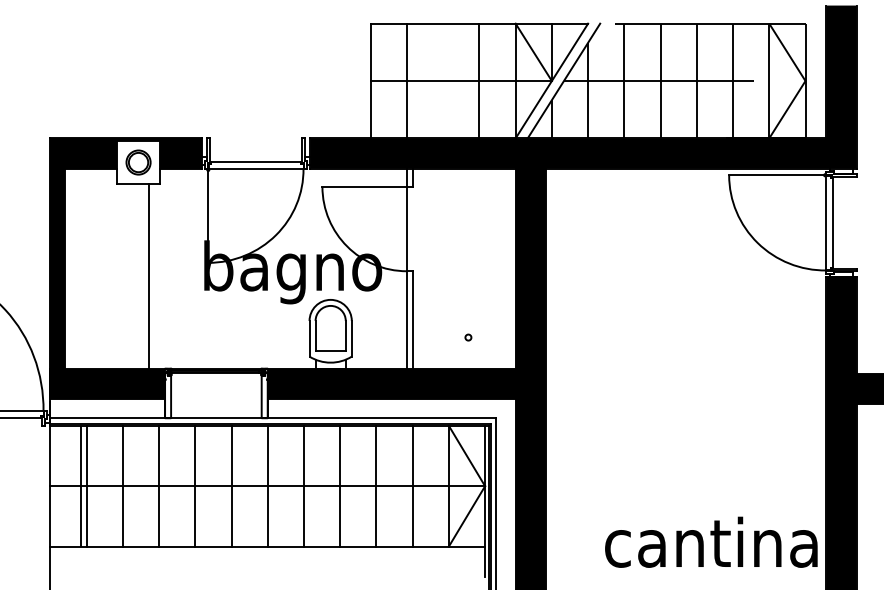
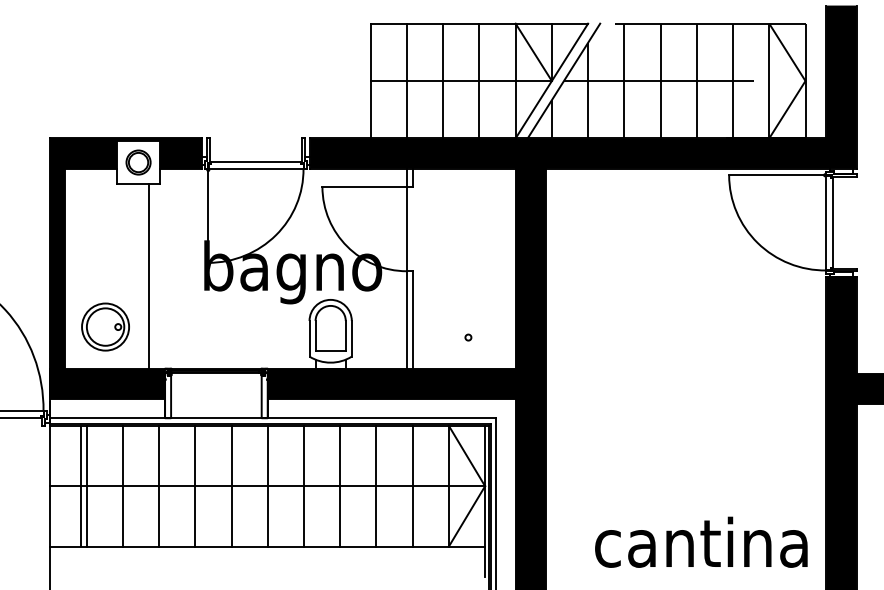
line at (443, 80): none -> present
part at (105, 326): none -> present
text at (711, 541) position: (711, 541) -> (701, 541)
